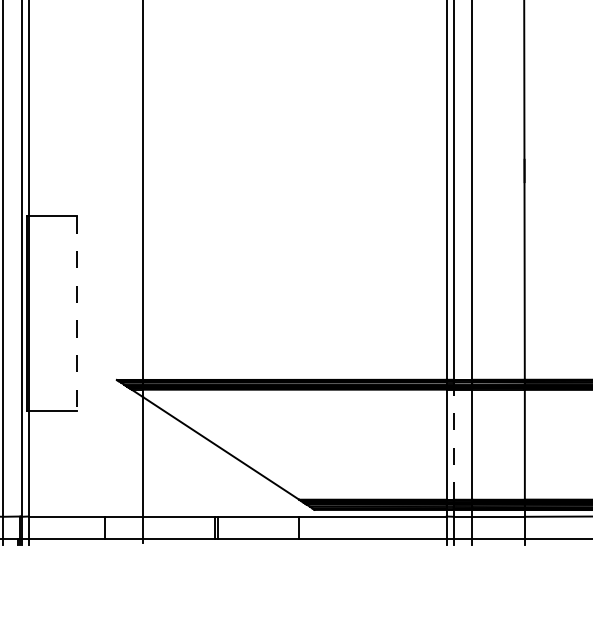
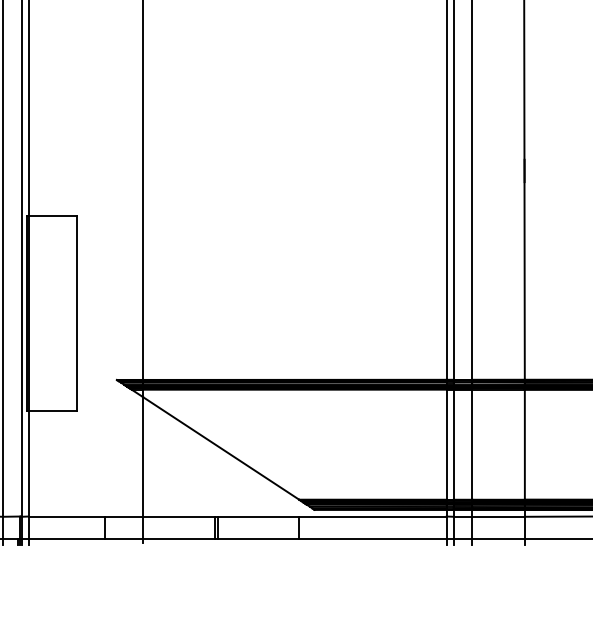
line at (76, 313): dashed -> solid
line at (453, 444): dashed -> solid
